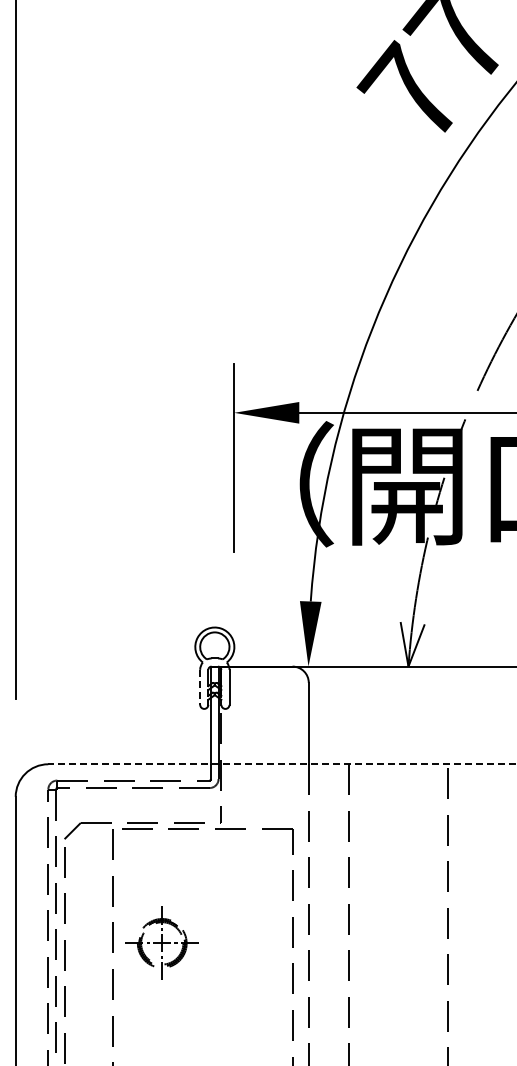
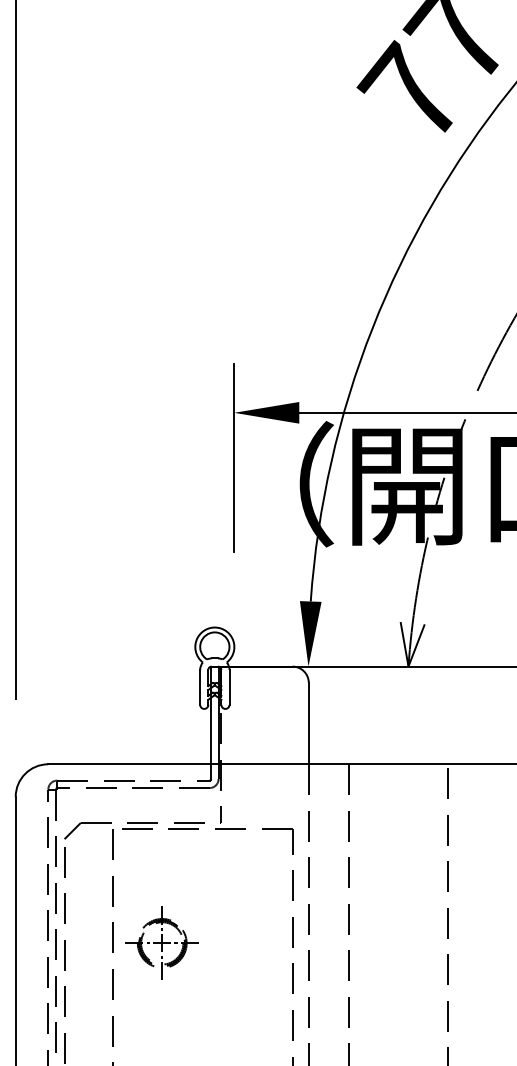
line at (200, 687): dashed -> solid
line at (282, 764): dashed -> solid
